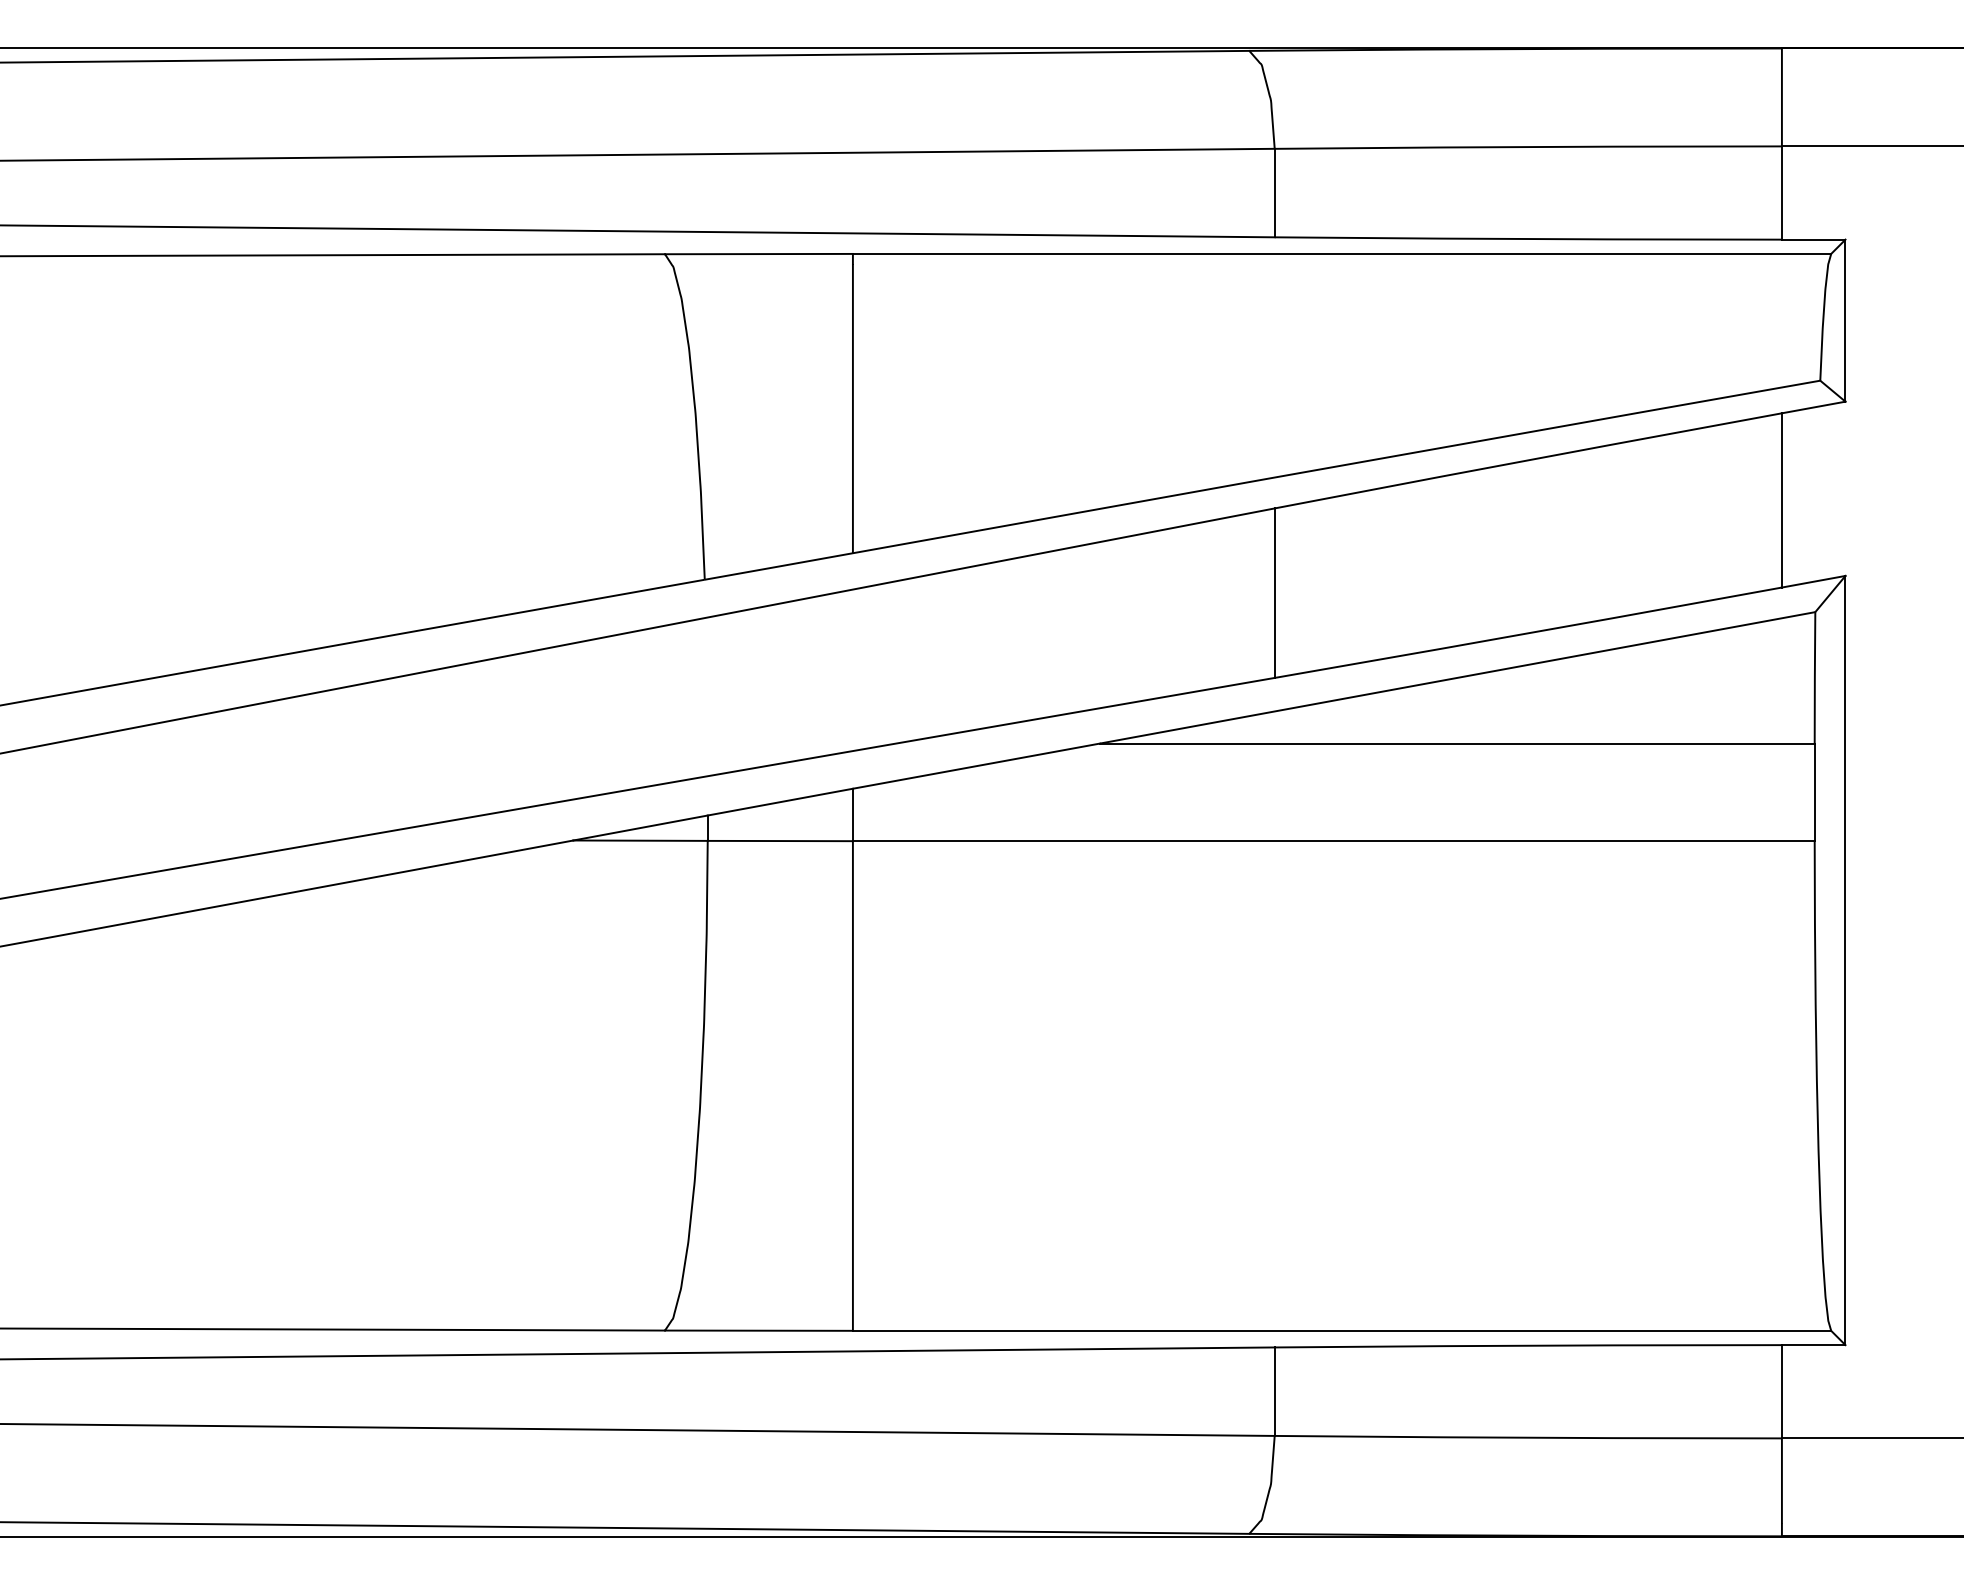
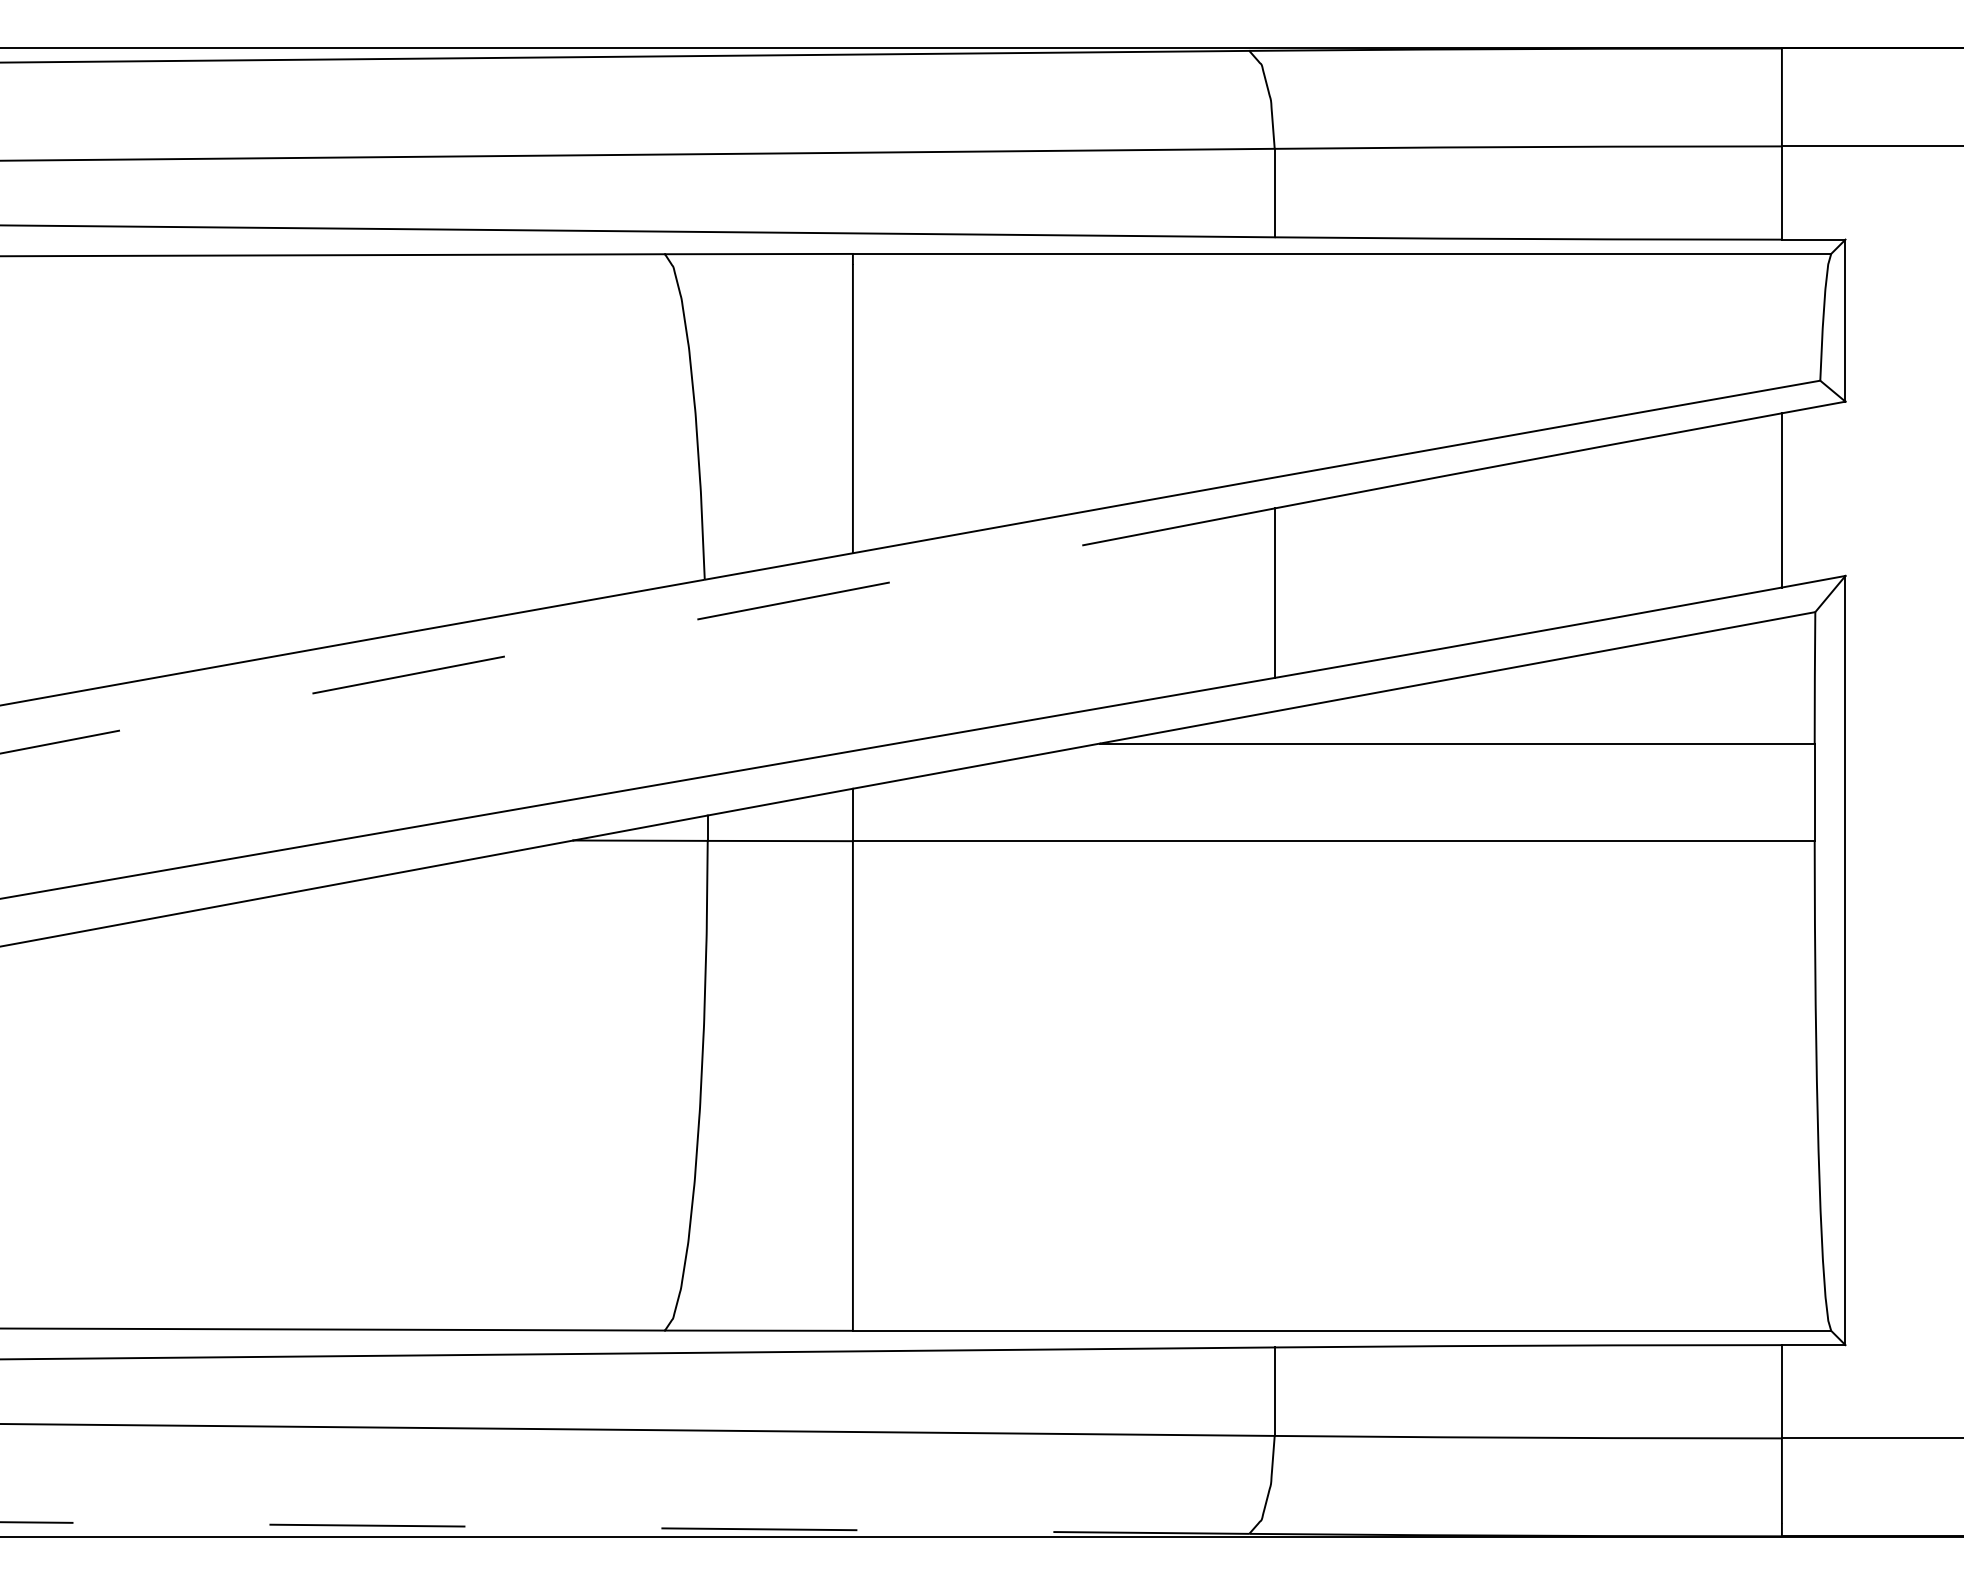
line at (637, 630): solid -> dashed
line at (624, 1528): solid -> dashed
